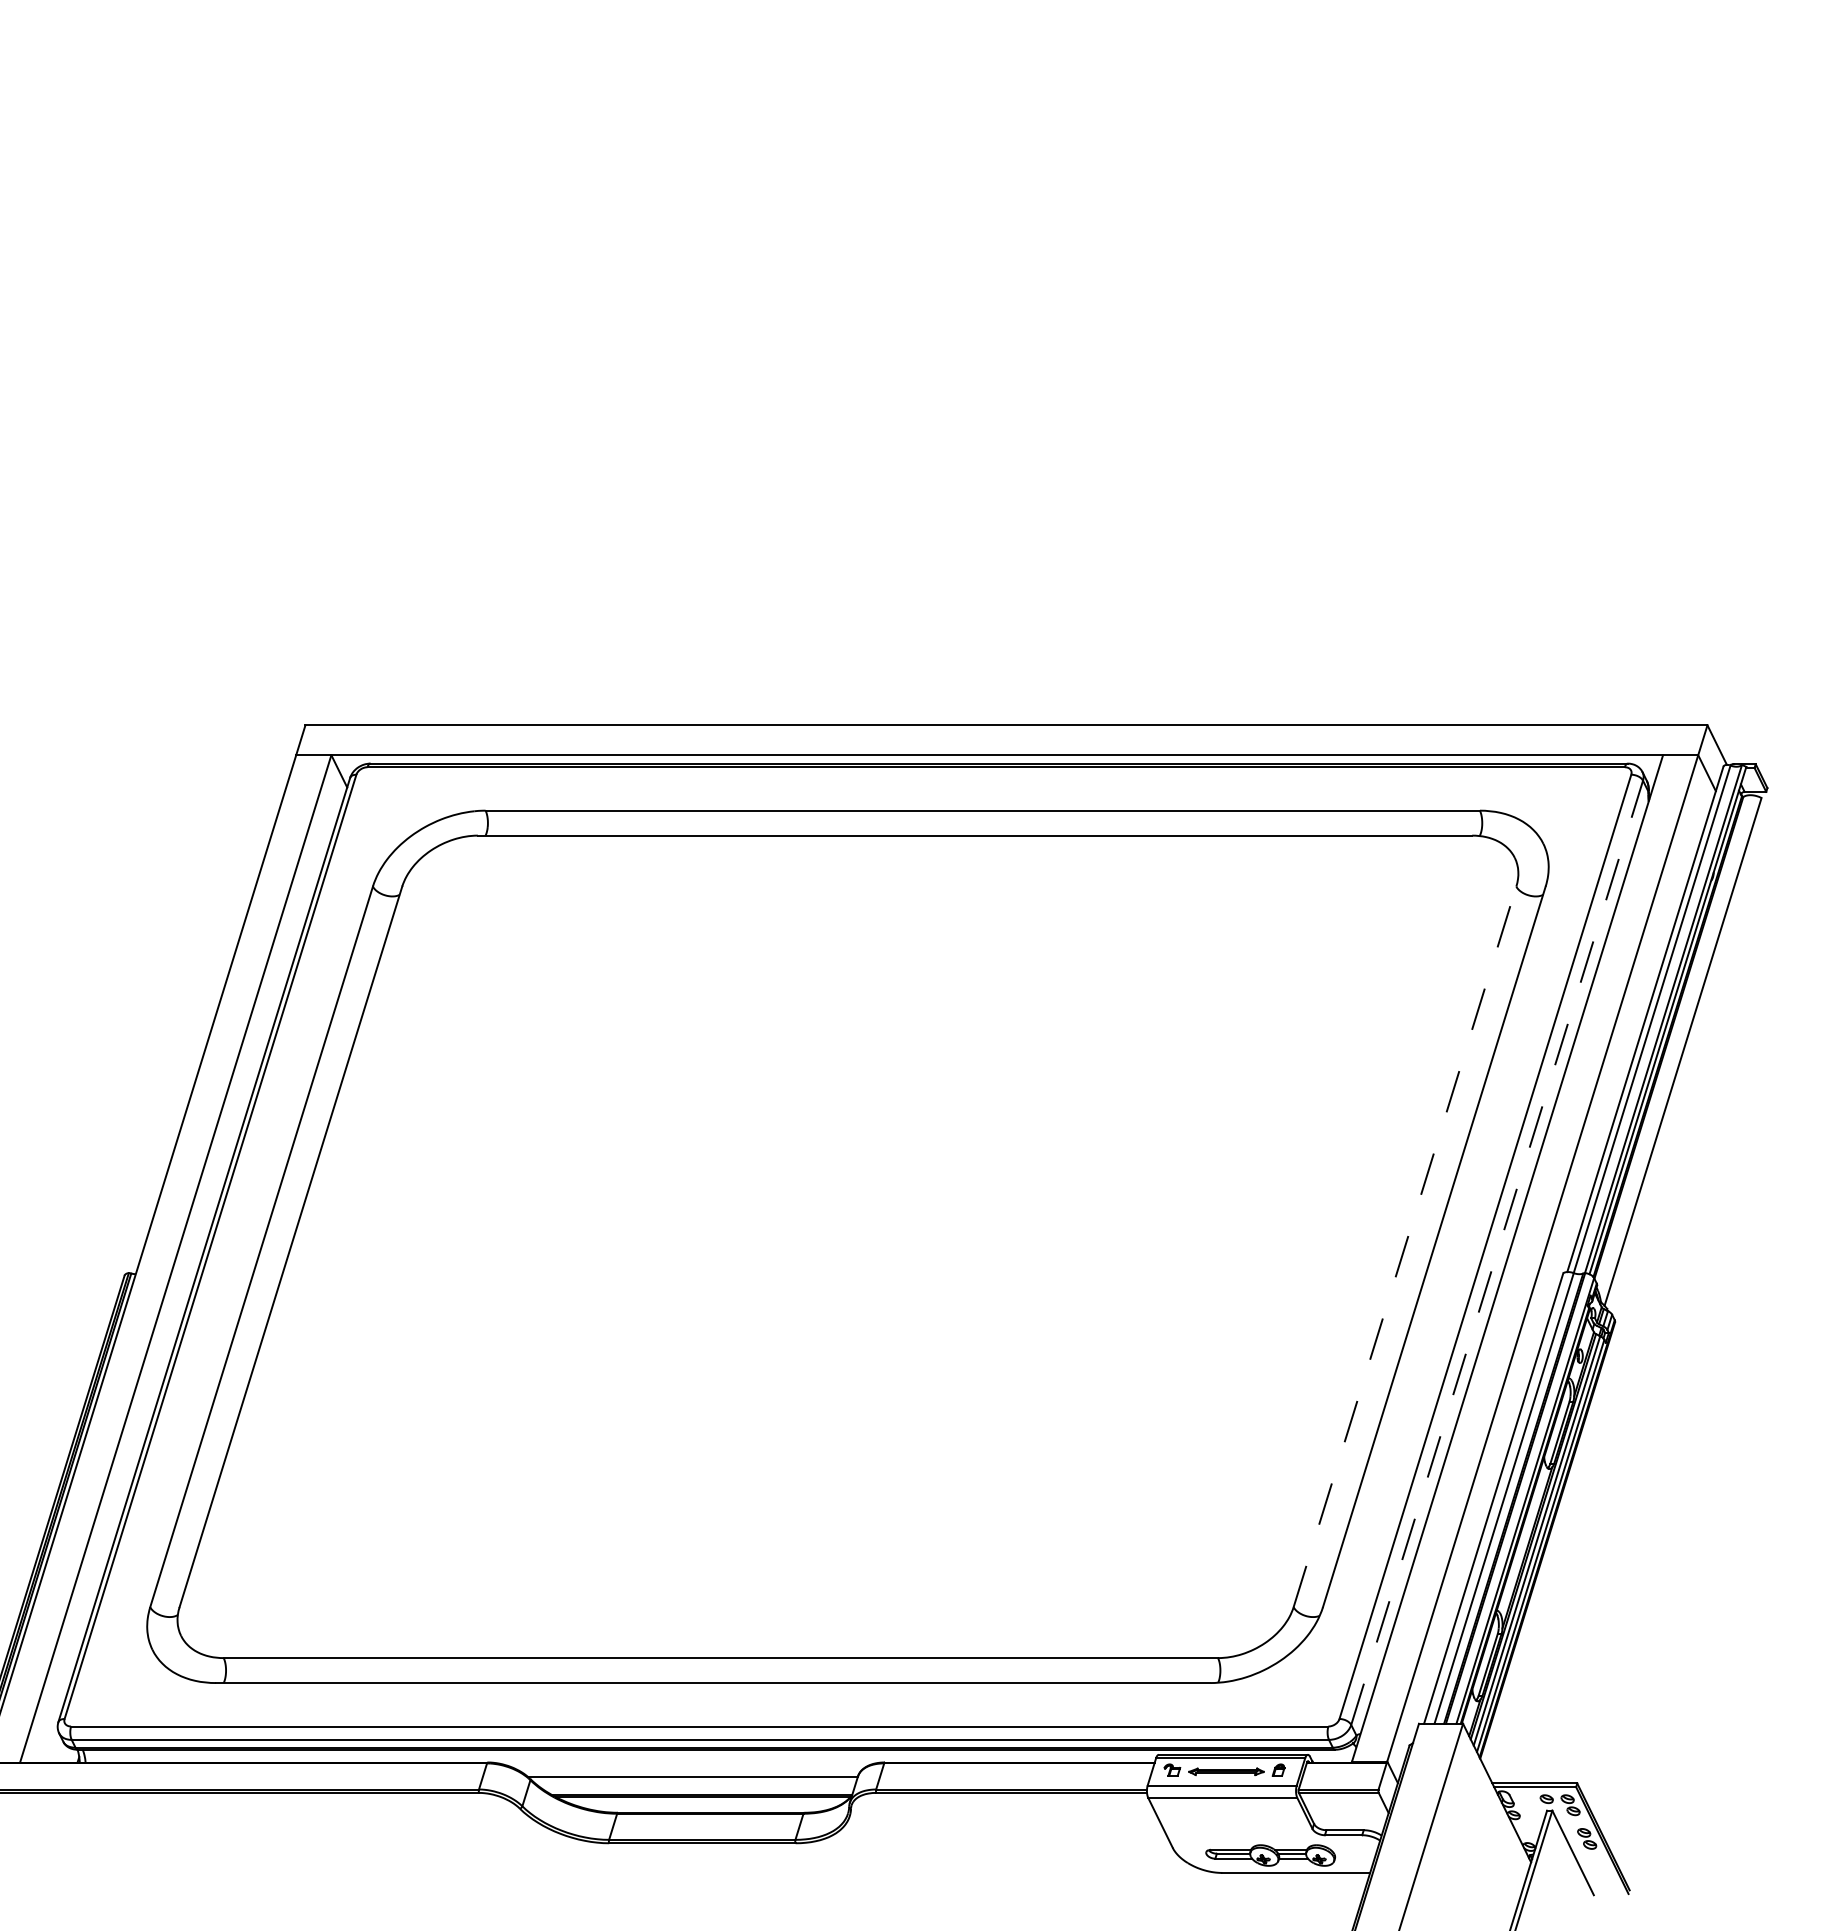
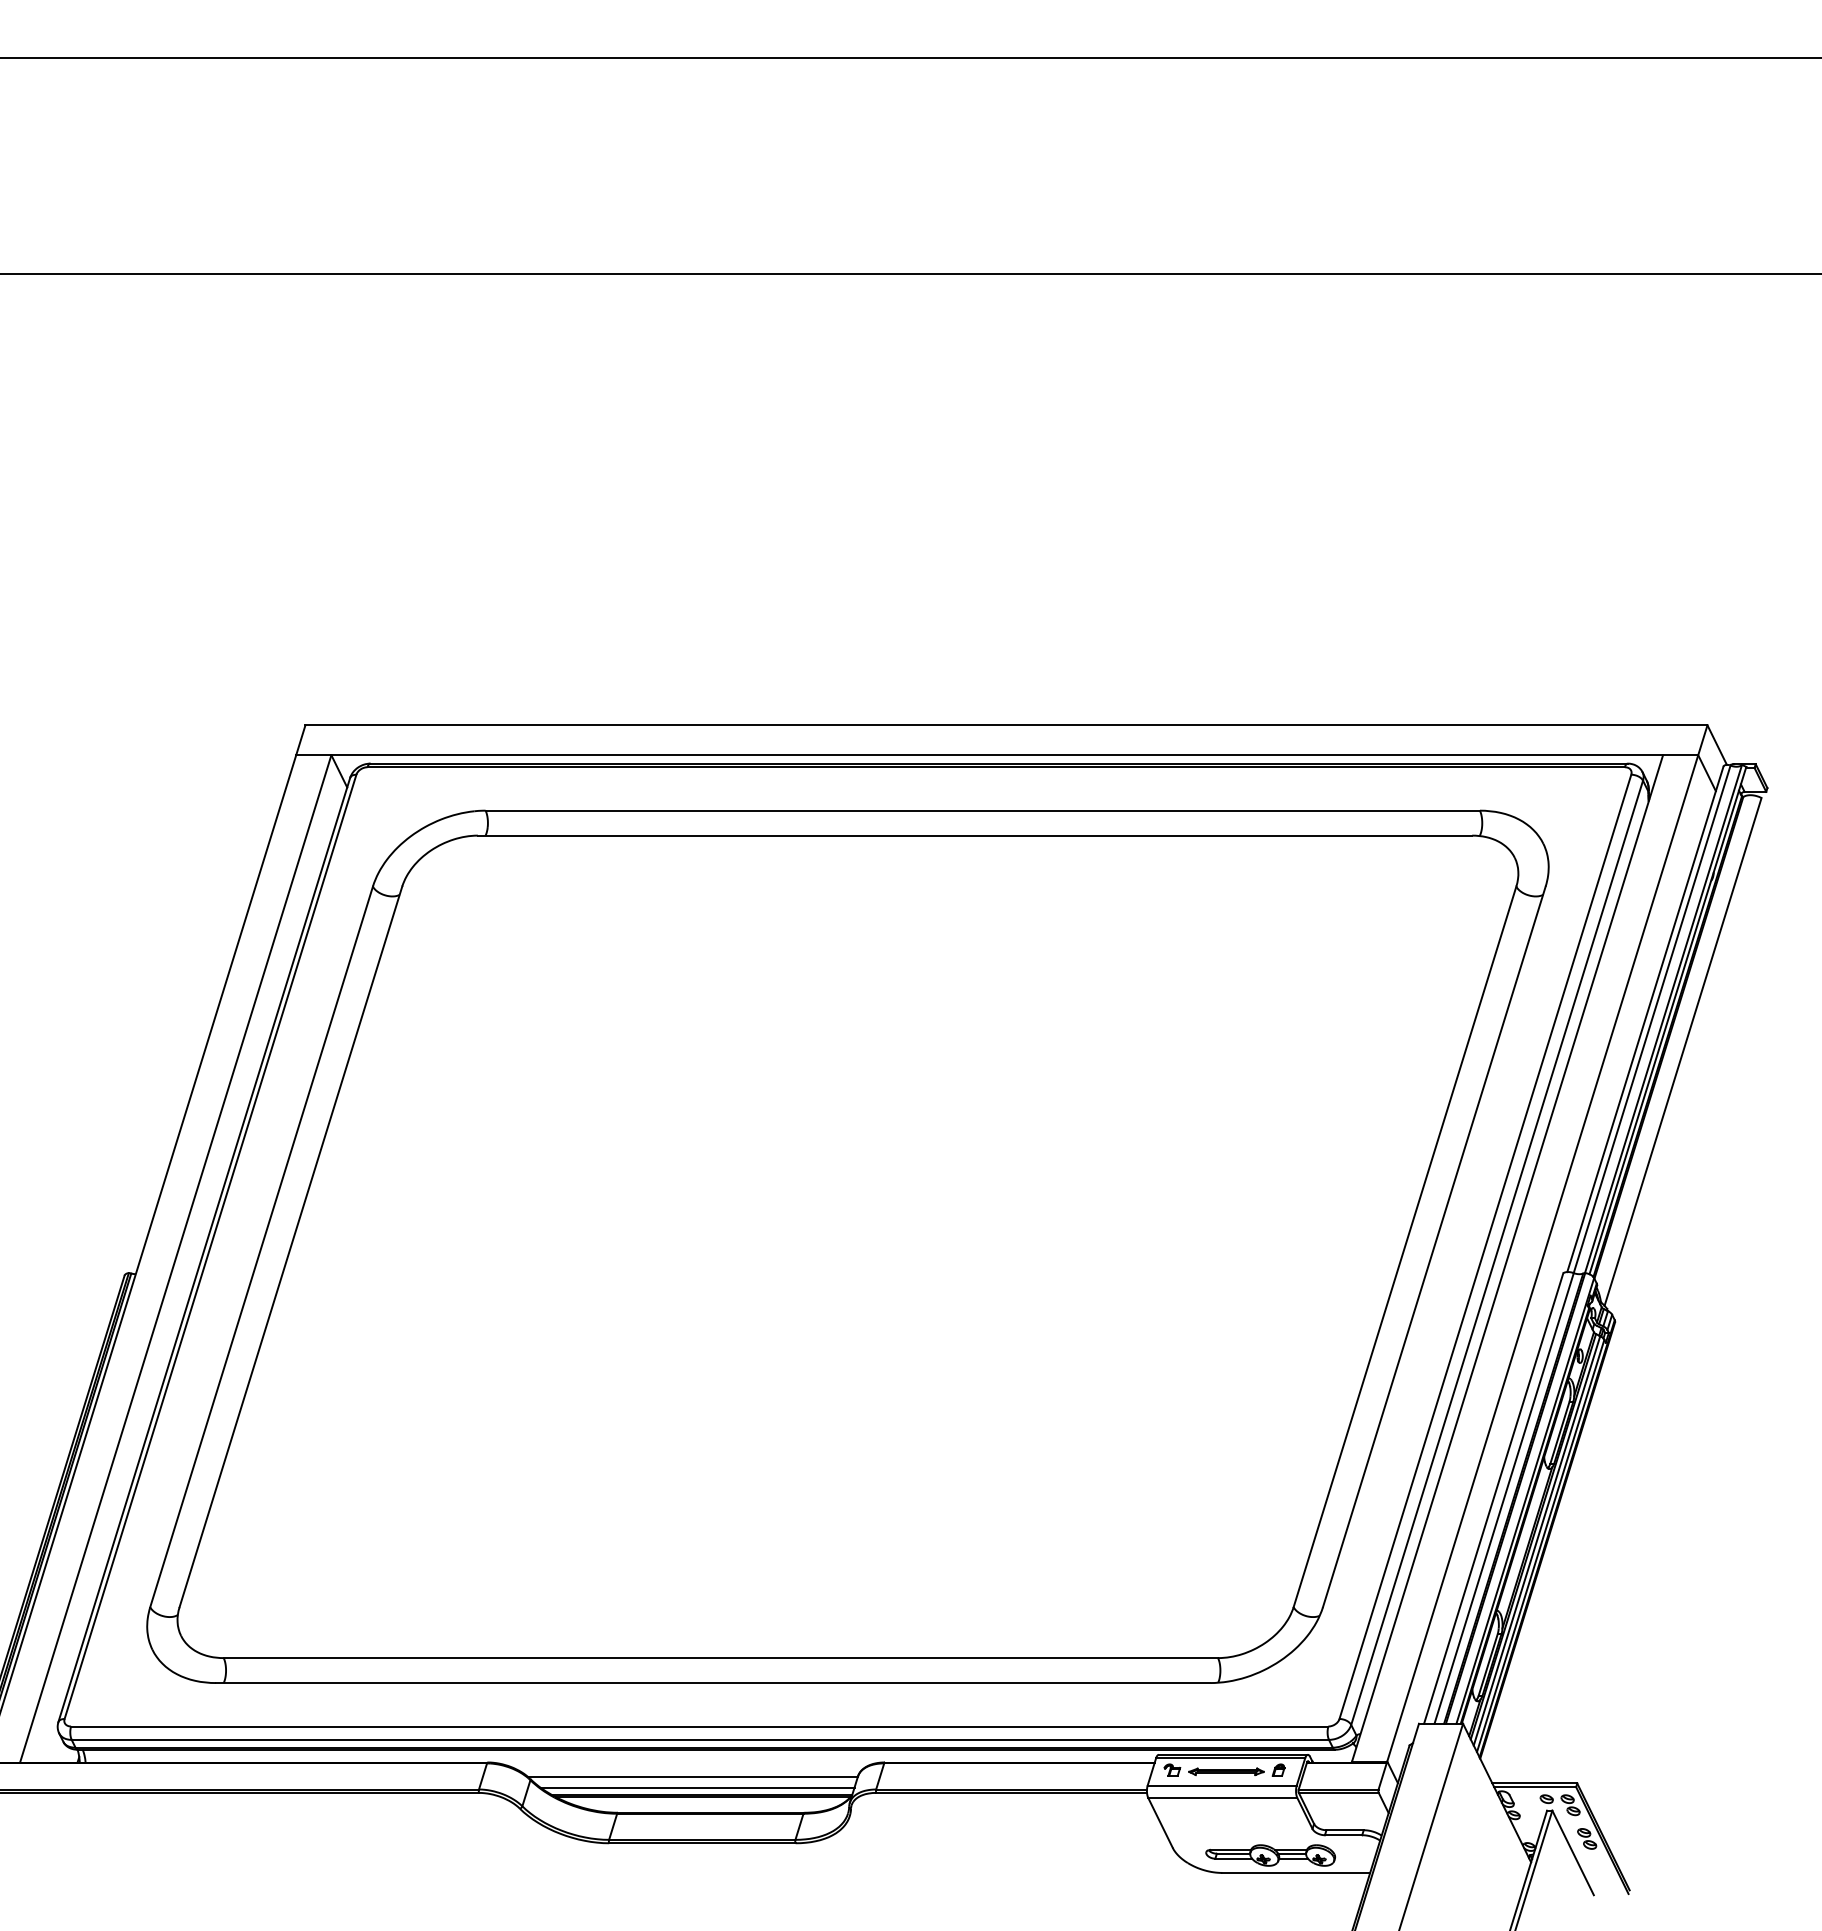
line at (910, 57): none -> present
line at (910, 273): none -> present
line at (1405, 1246): dashed -> solid
line at (1497, 1252): dashed -> solid
line at (697, 1787): none -> present
